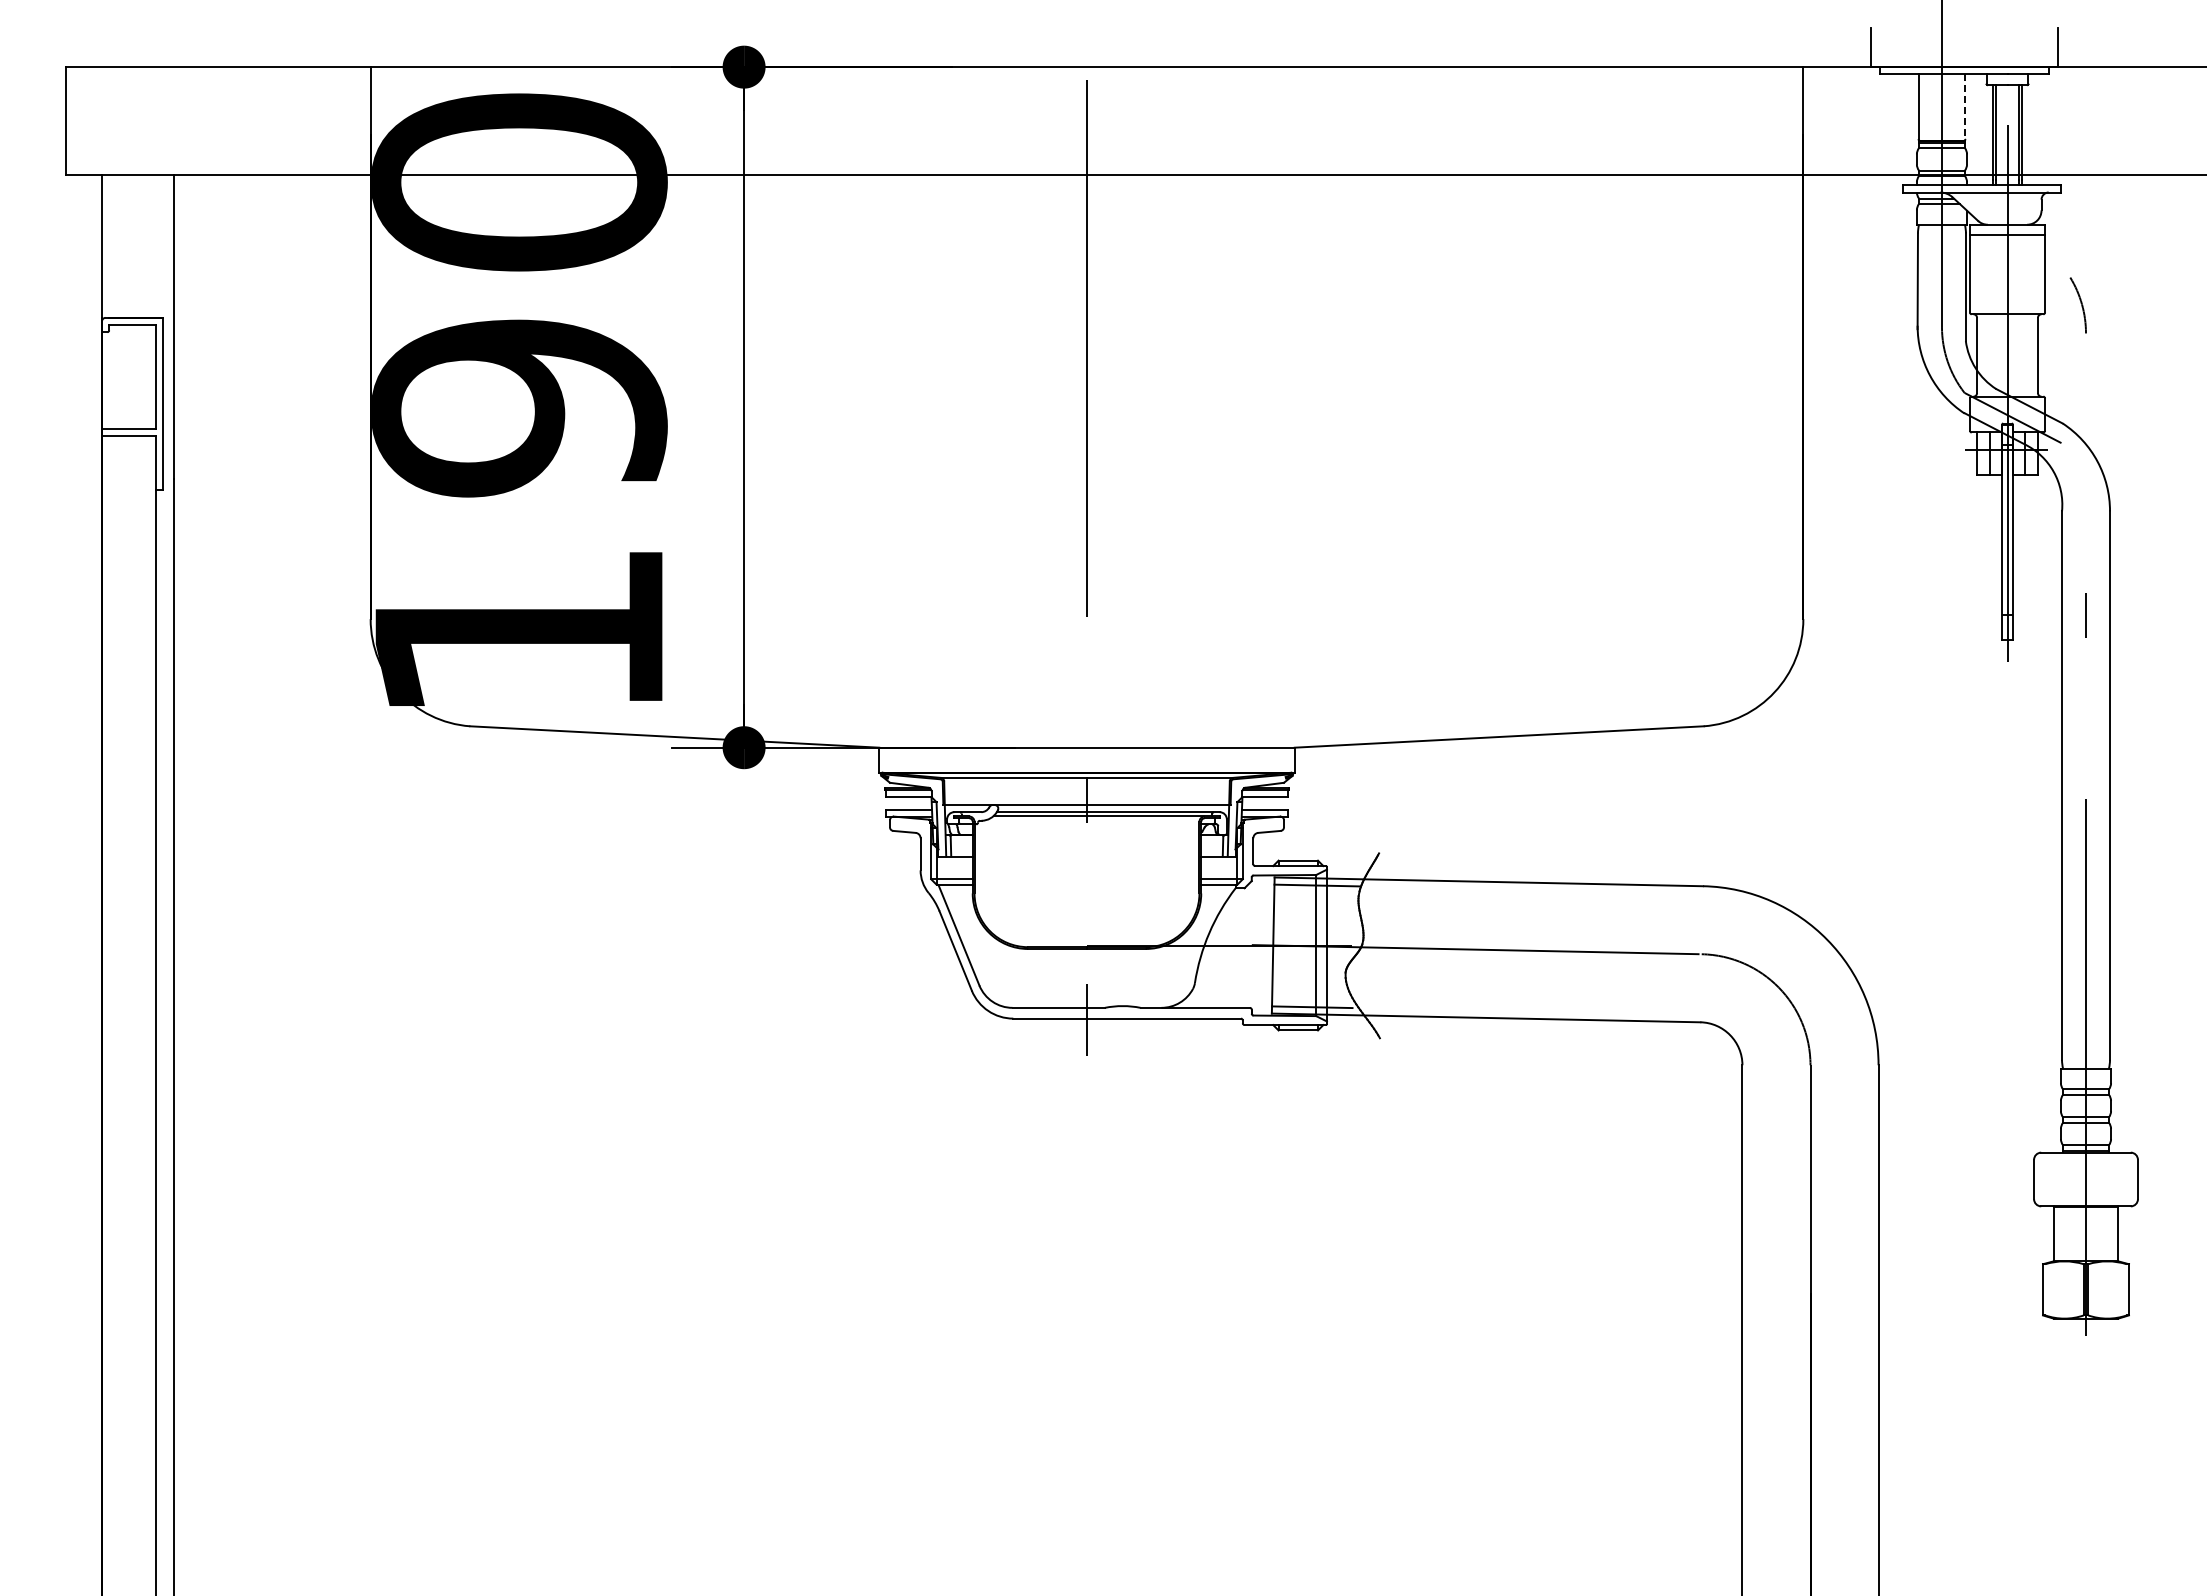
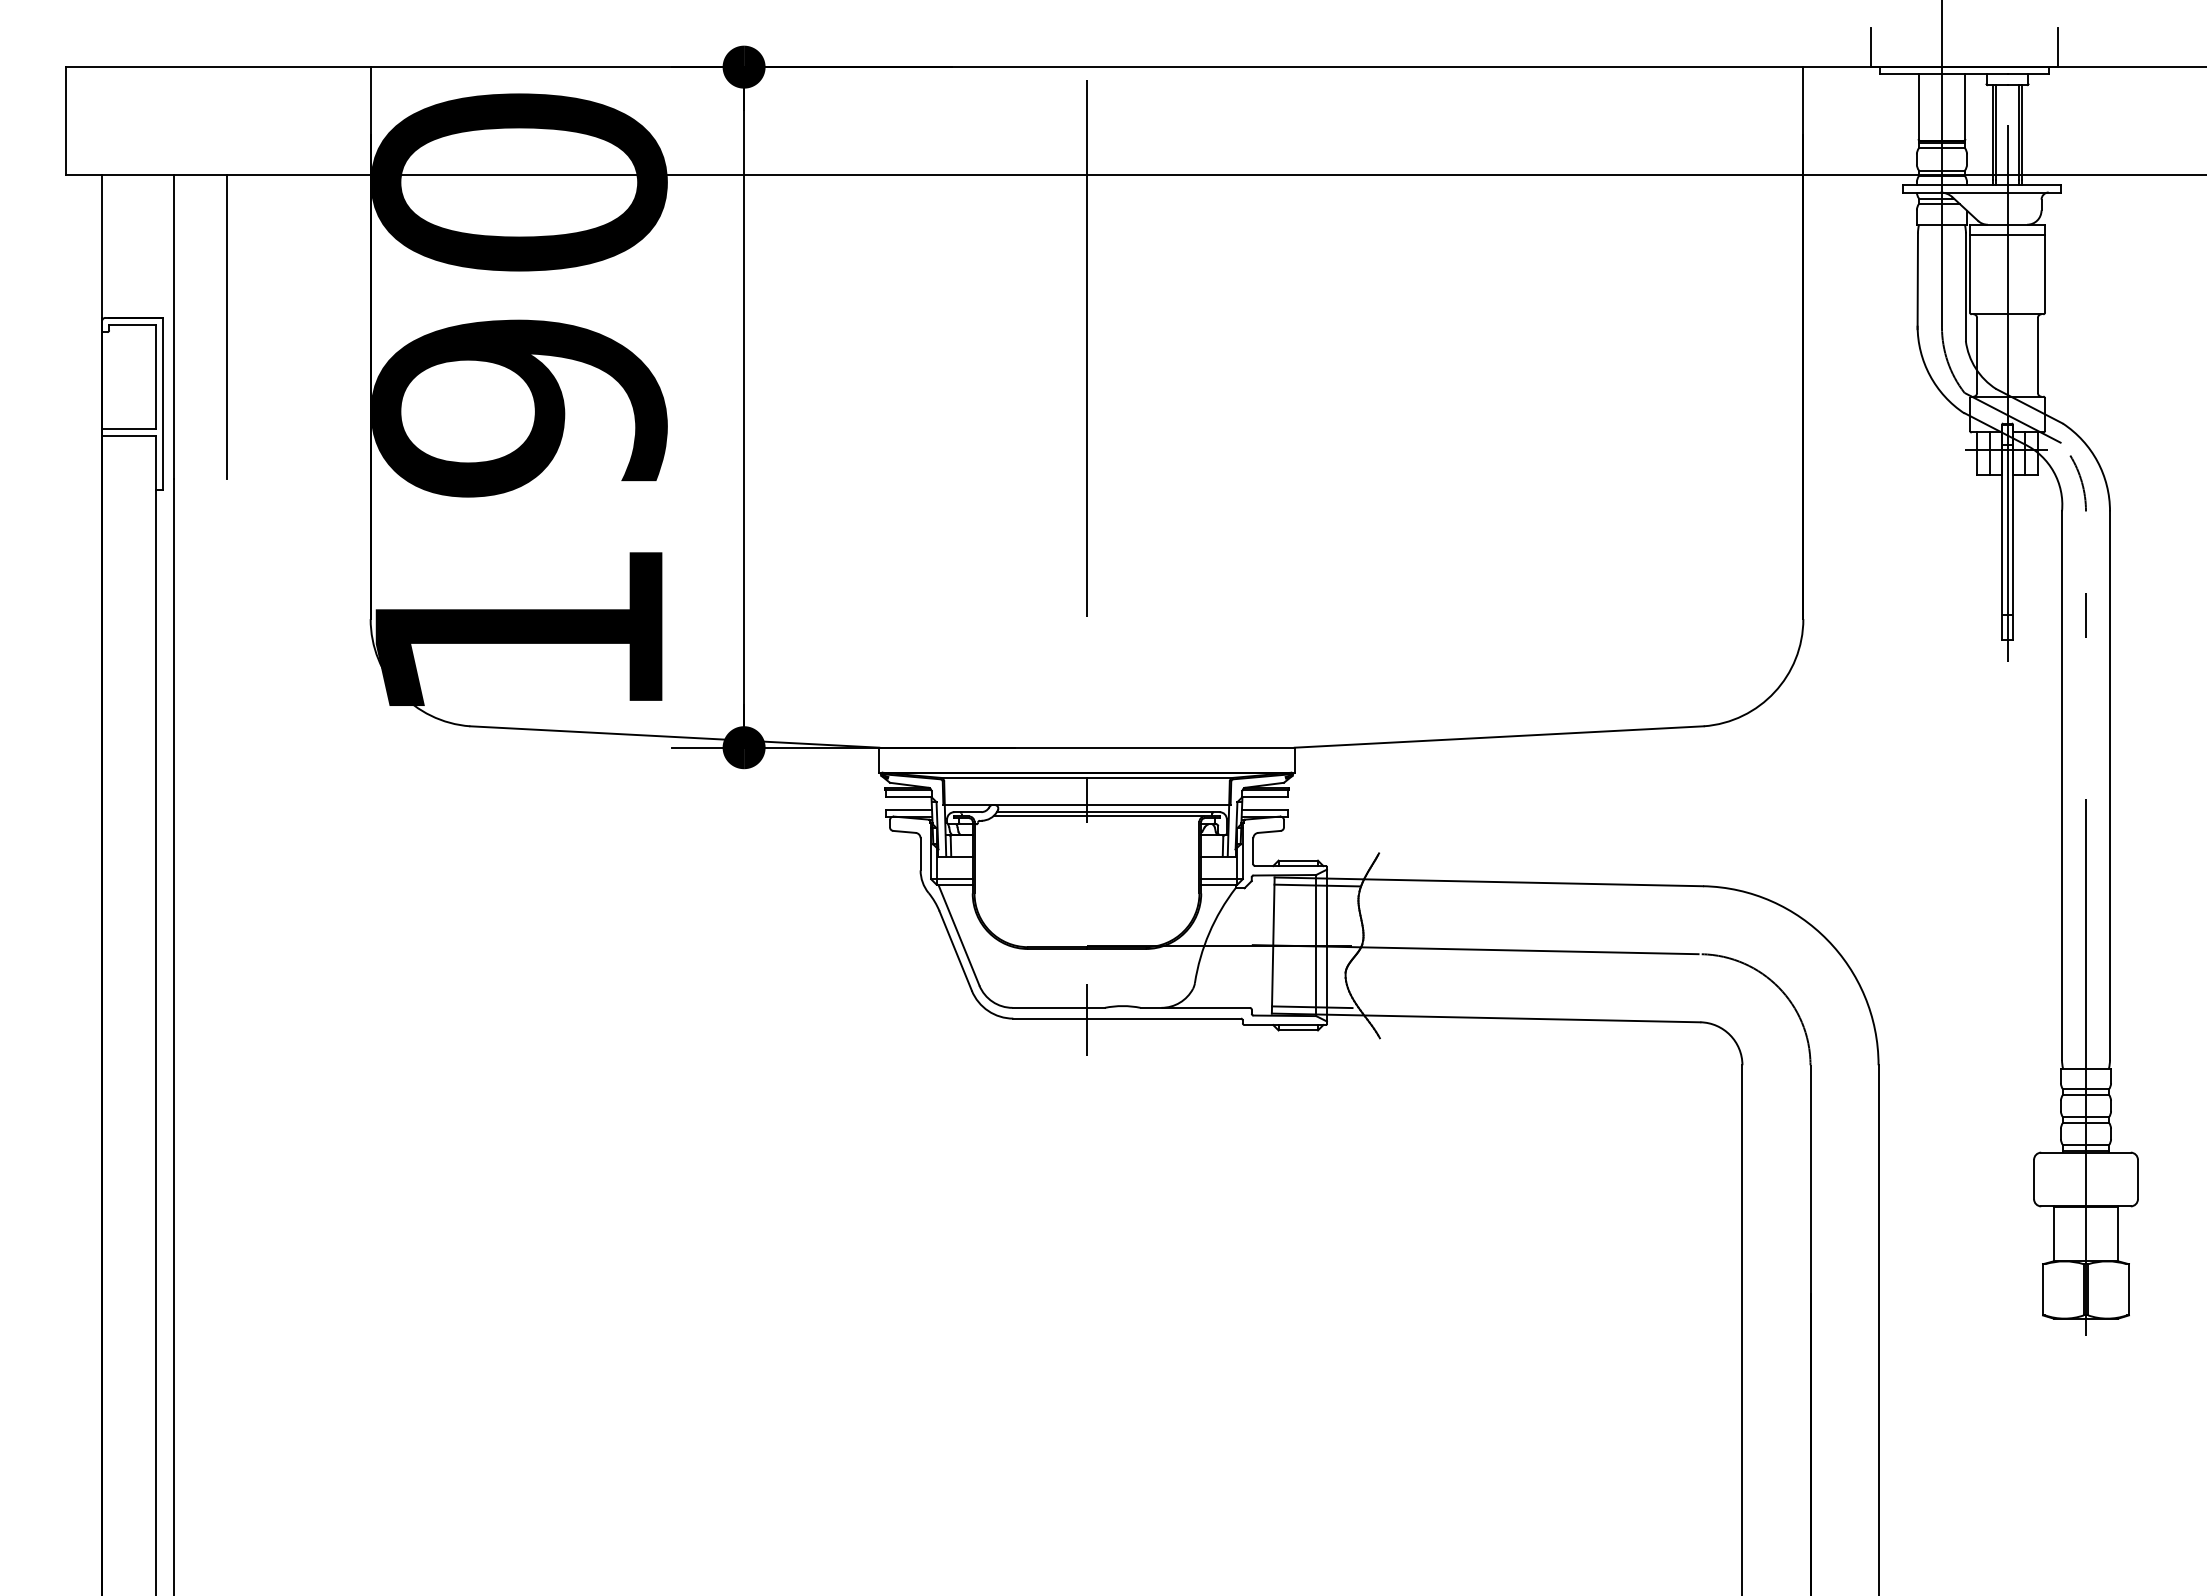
line at (1965, 107): dashed -> solid
arc at (2080, 303) position: (2080, 303) -> (2080, 481)
line at (227, 326): none -> present
